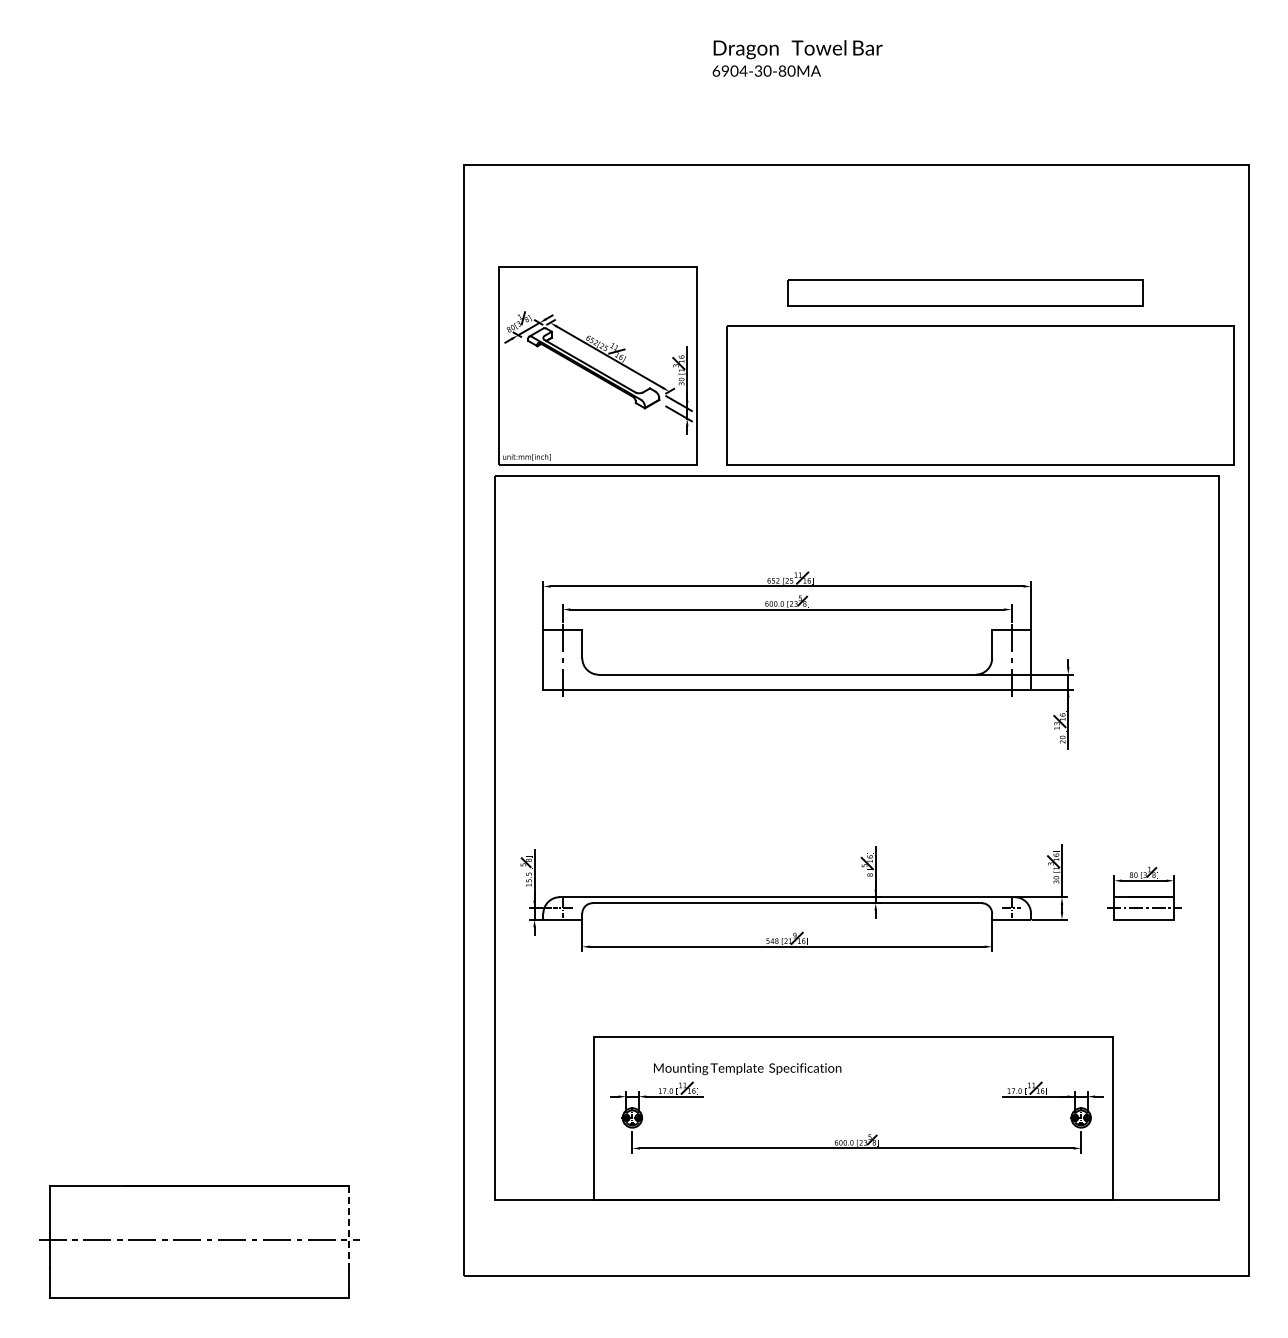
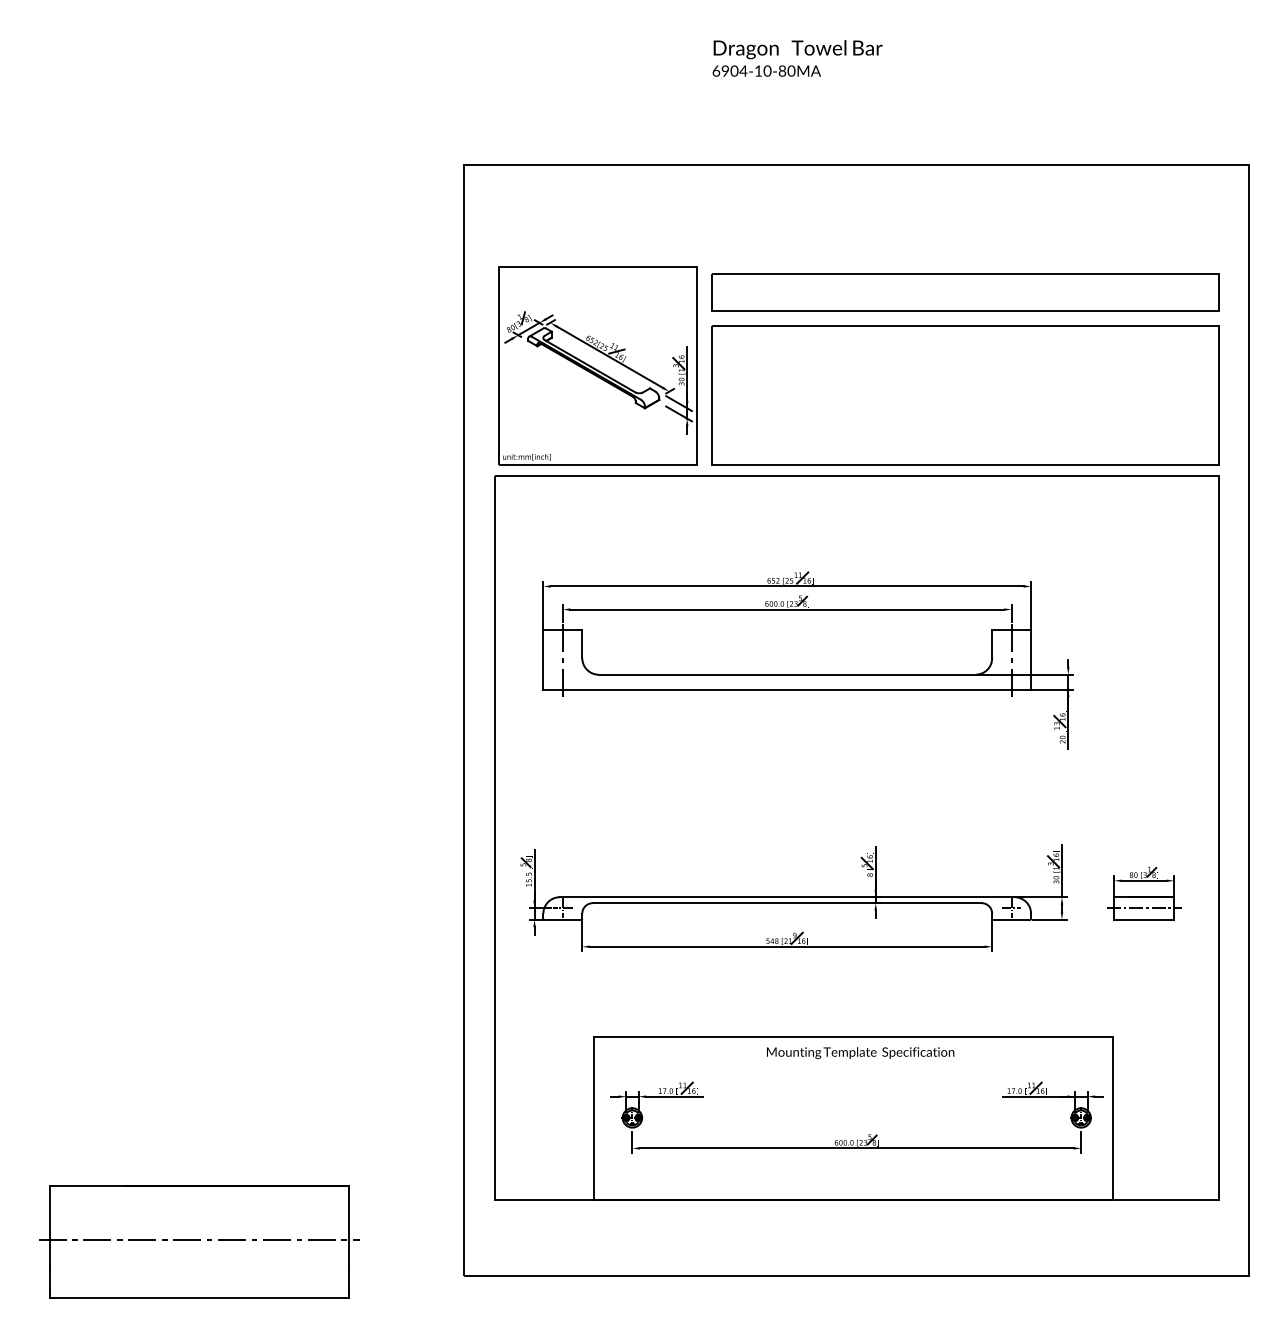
text at (758, 70): 6904-30-80MA -> 6904-10-80MA
part at (965, 292) size: 357x28 px -> 509x39 px
part at (980, 395) position: (980, 395) -> (965, 395)
text at (747, 1069) position: (747, 1069) -> (860, 1053)
line at (348, 1227): dashed -> solid
